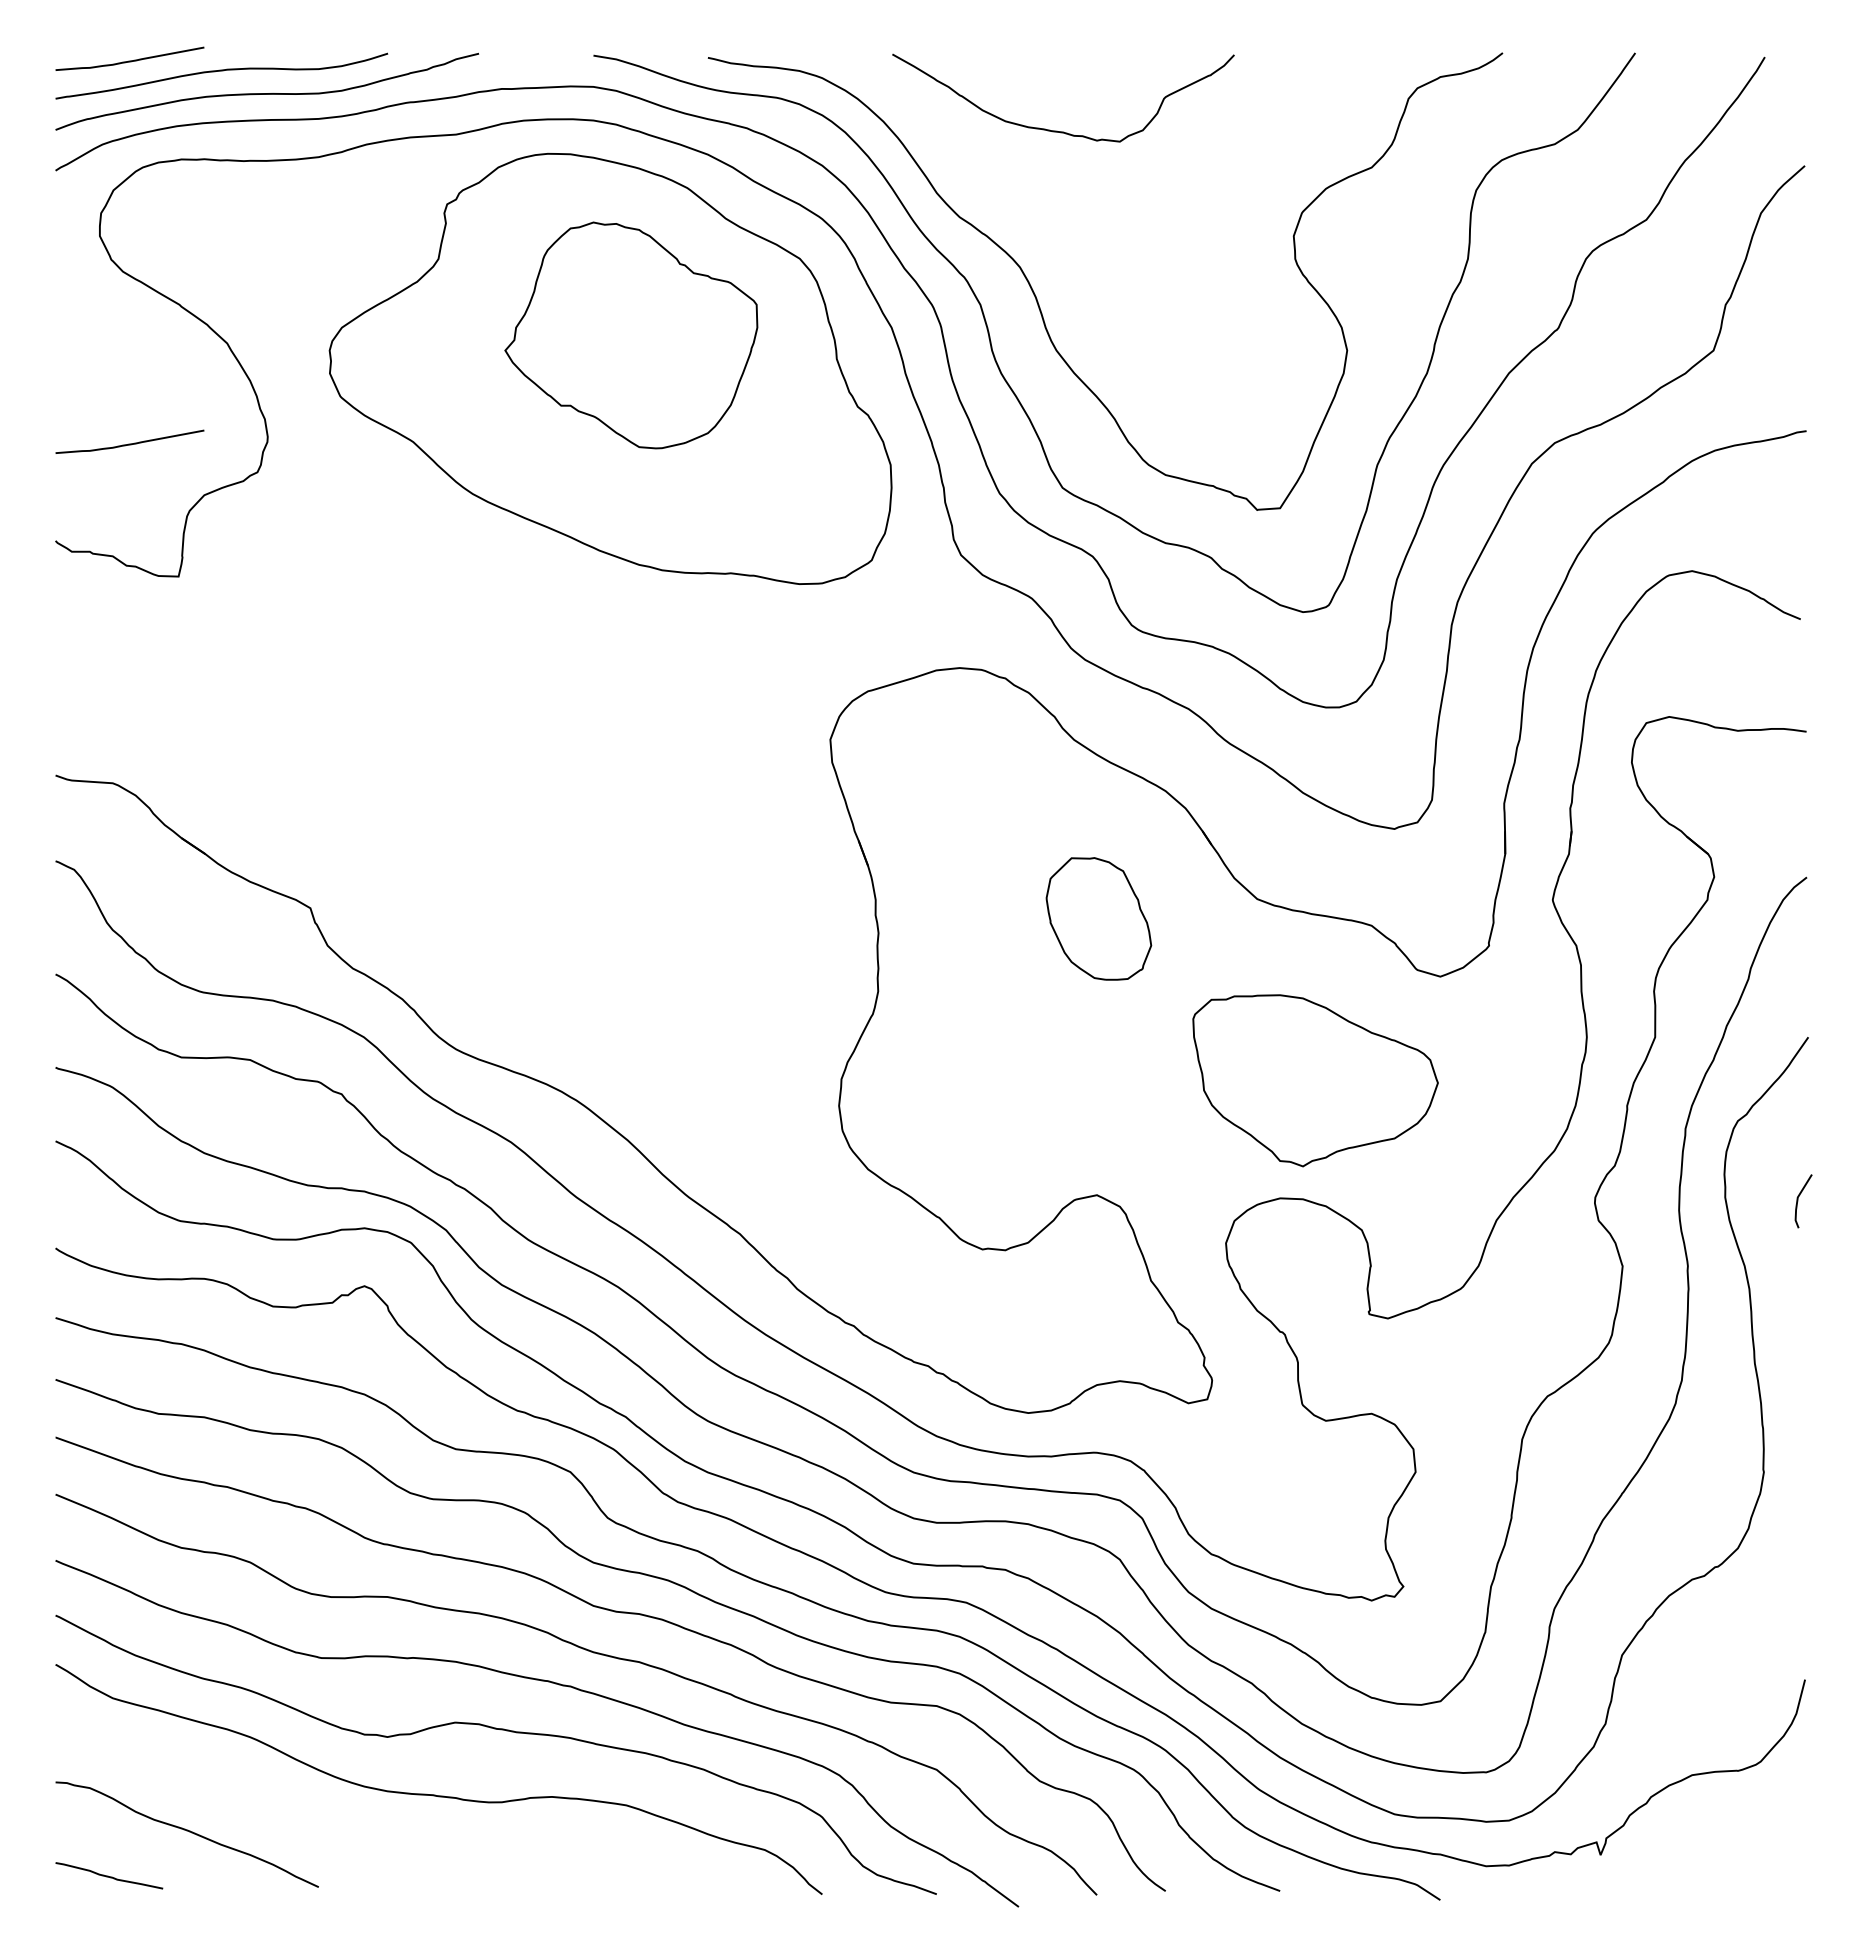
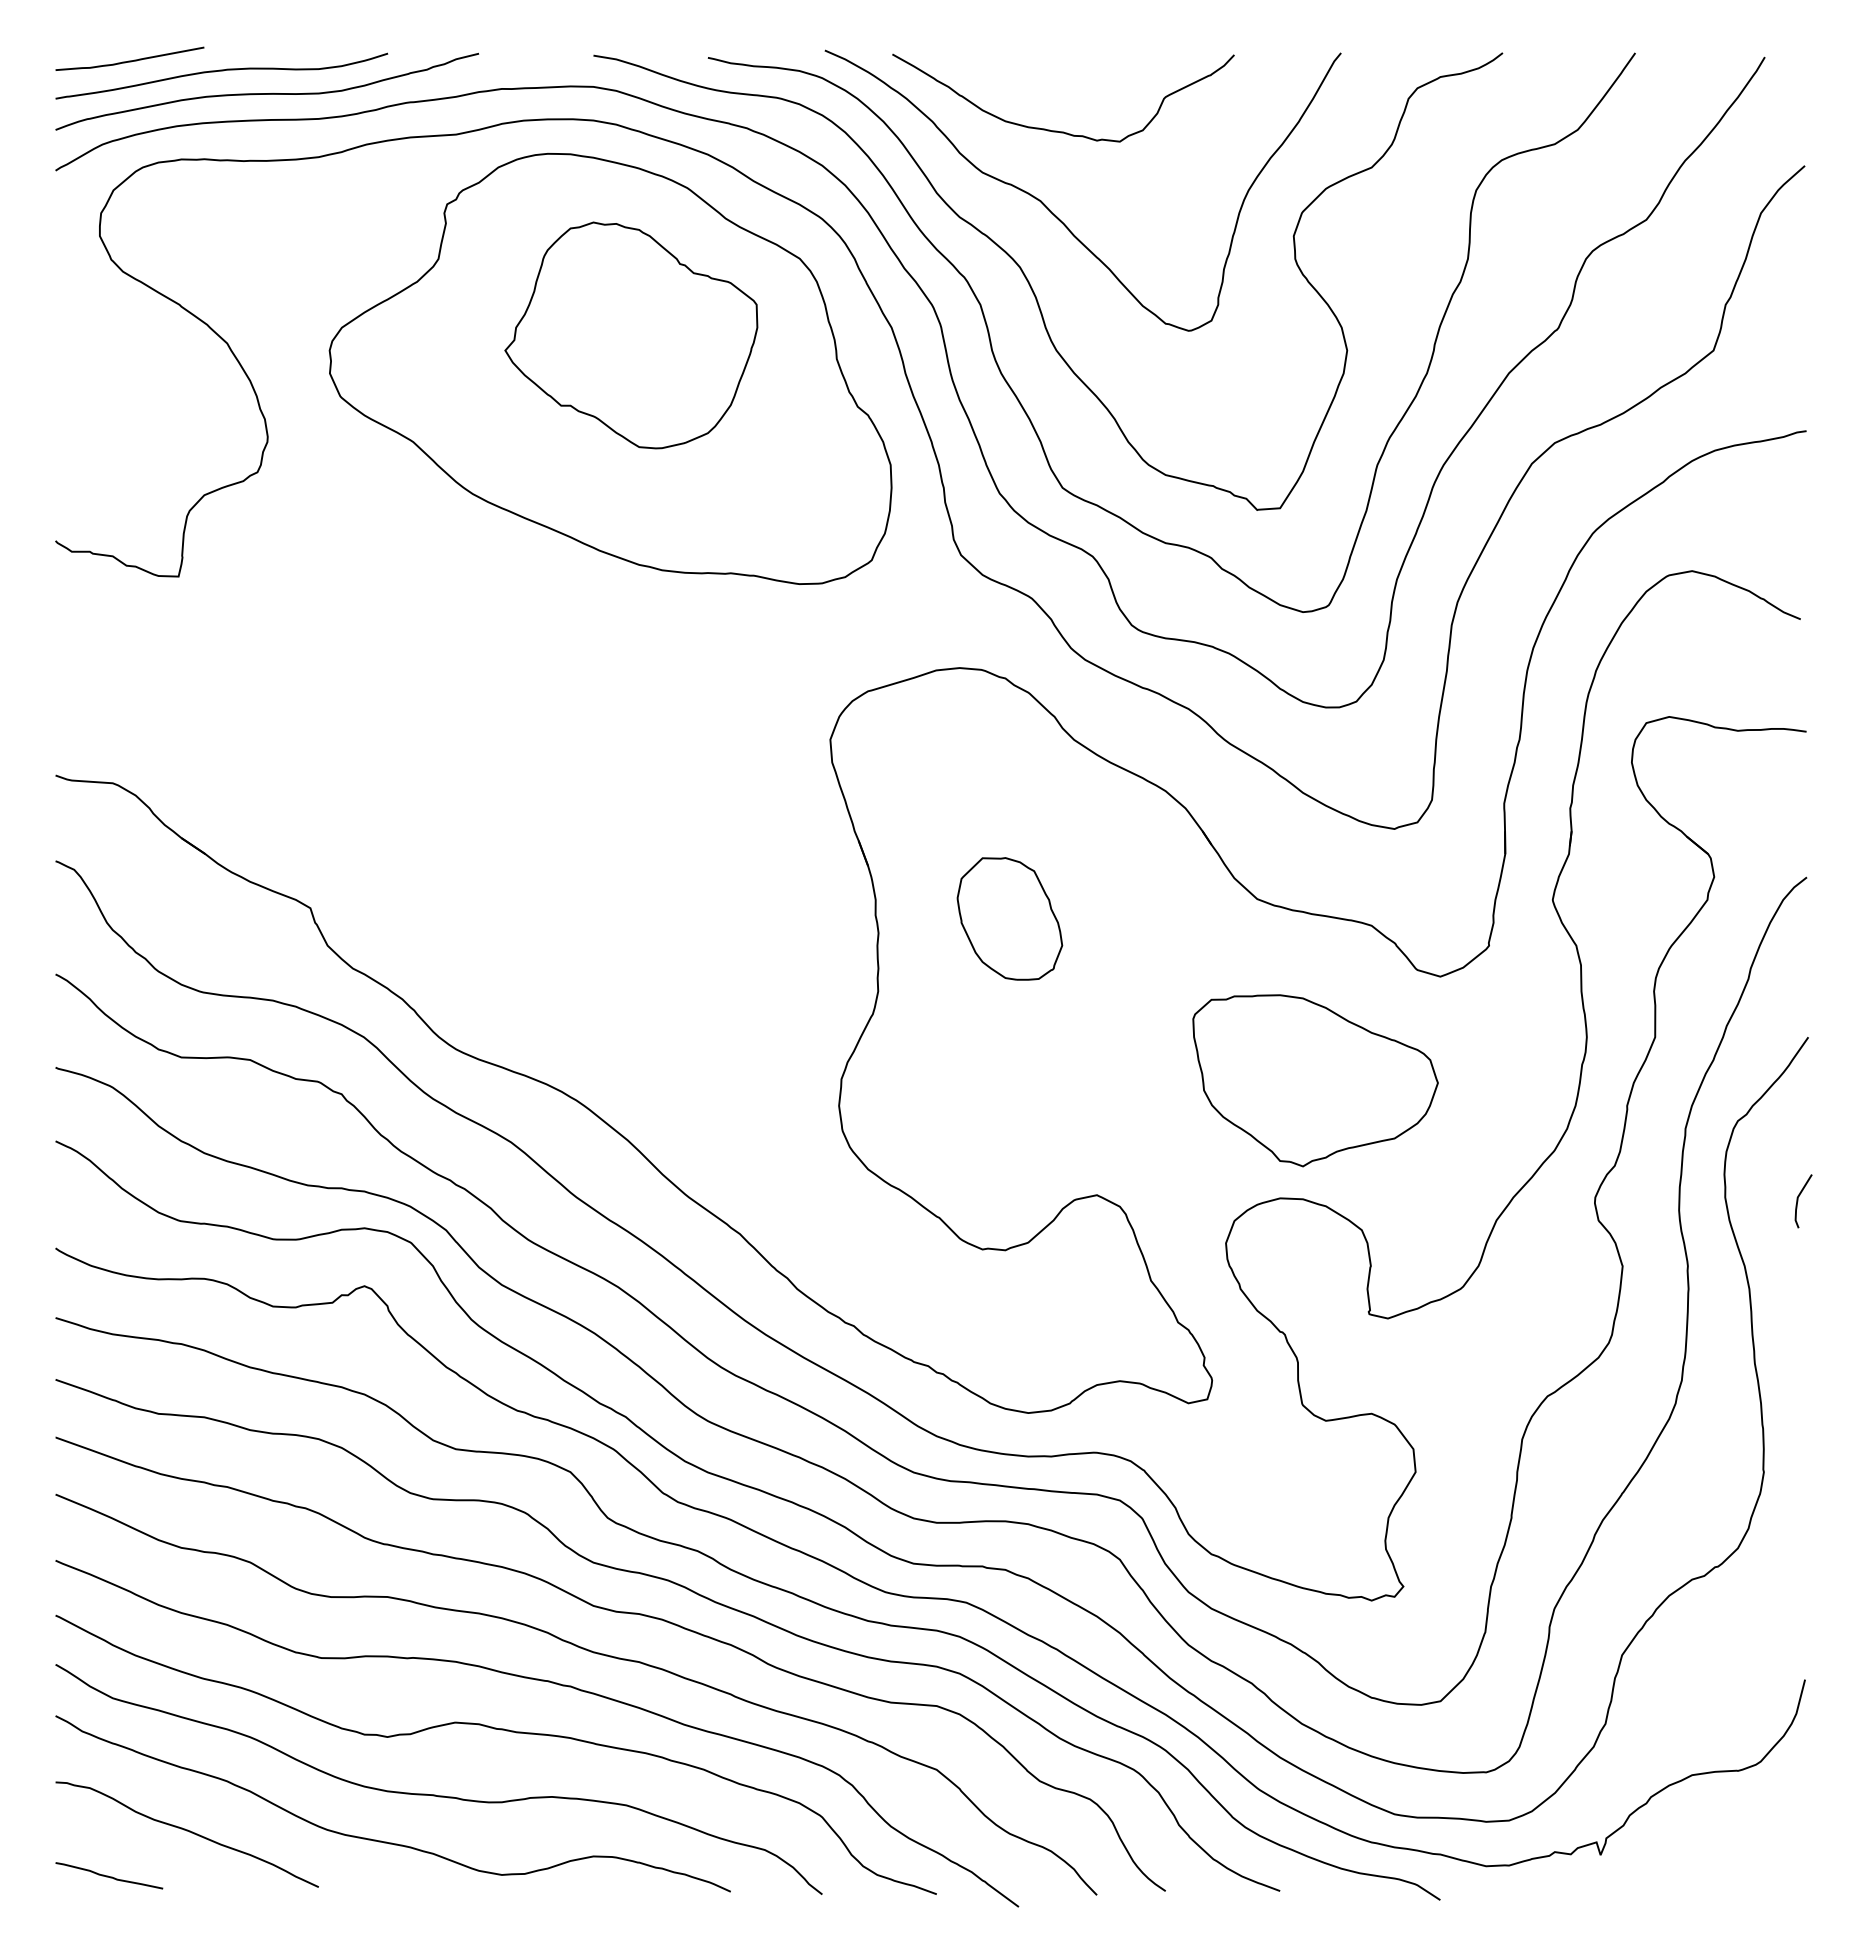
curve at (1056, 215): none -> present
curve at (129, 443): present -> none
part at (1098, 918) position: (1098, 918) -> (1009, 918)
curve at (386, 1841): none -> present
